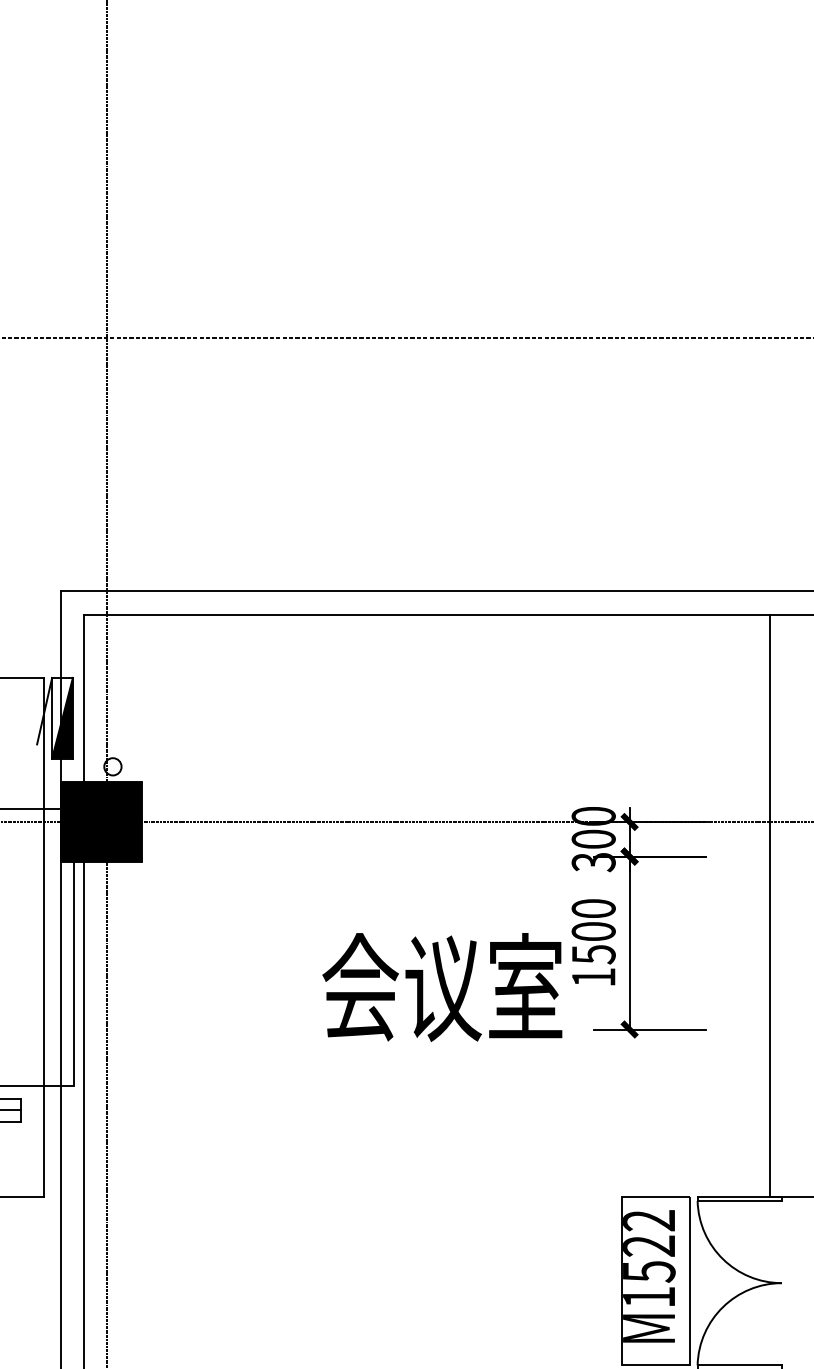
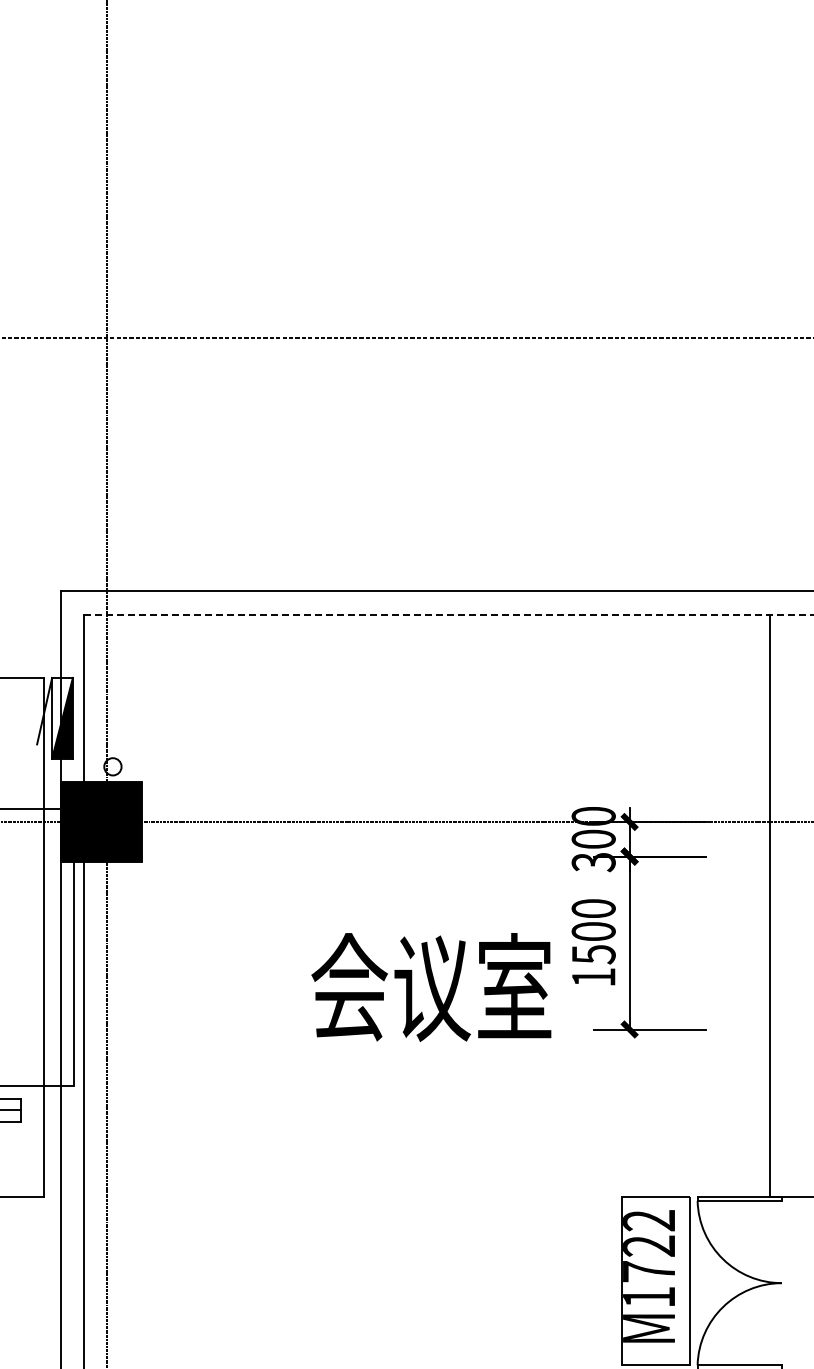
line at (449, 614): solid -> dashed
text at (442, 987) position: (442, 987) -> (431, 987)
text at (649, 1271): M1522 -> M1722
